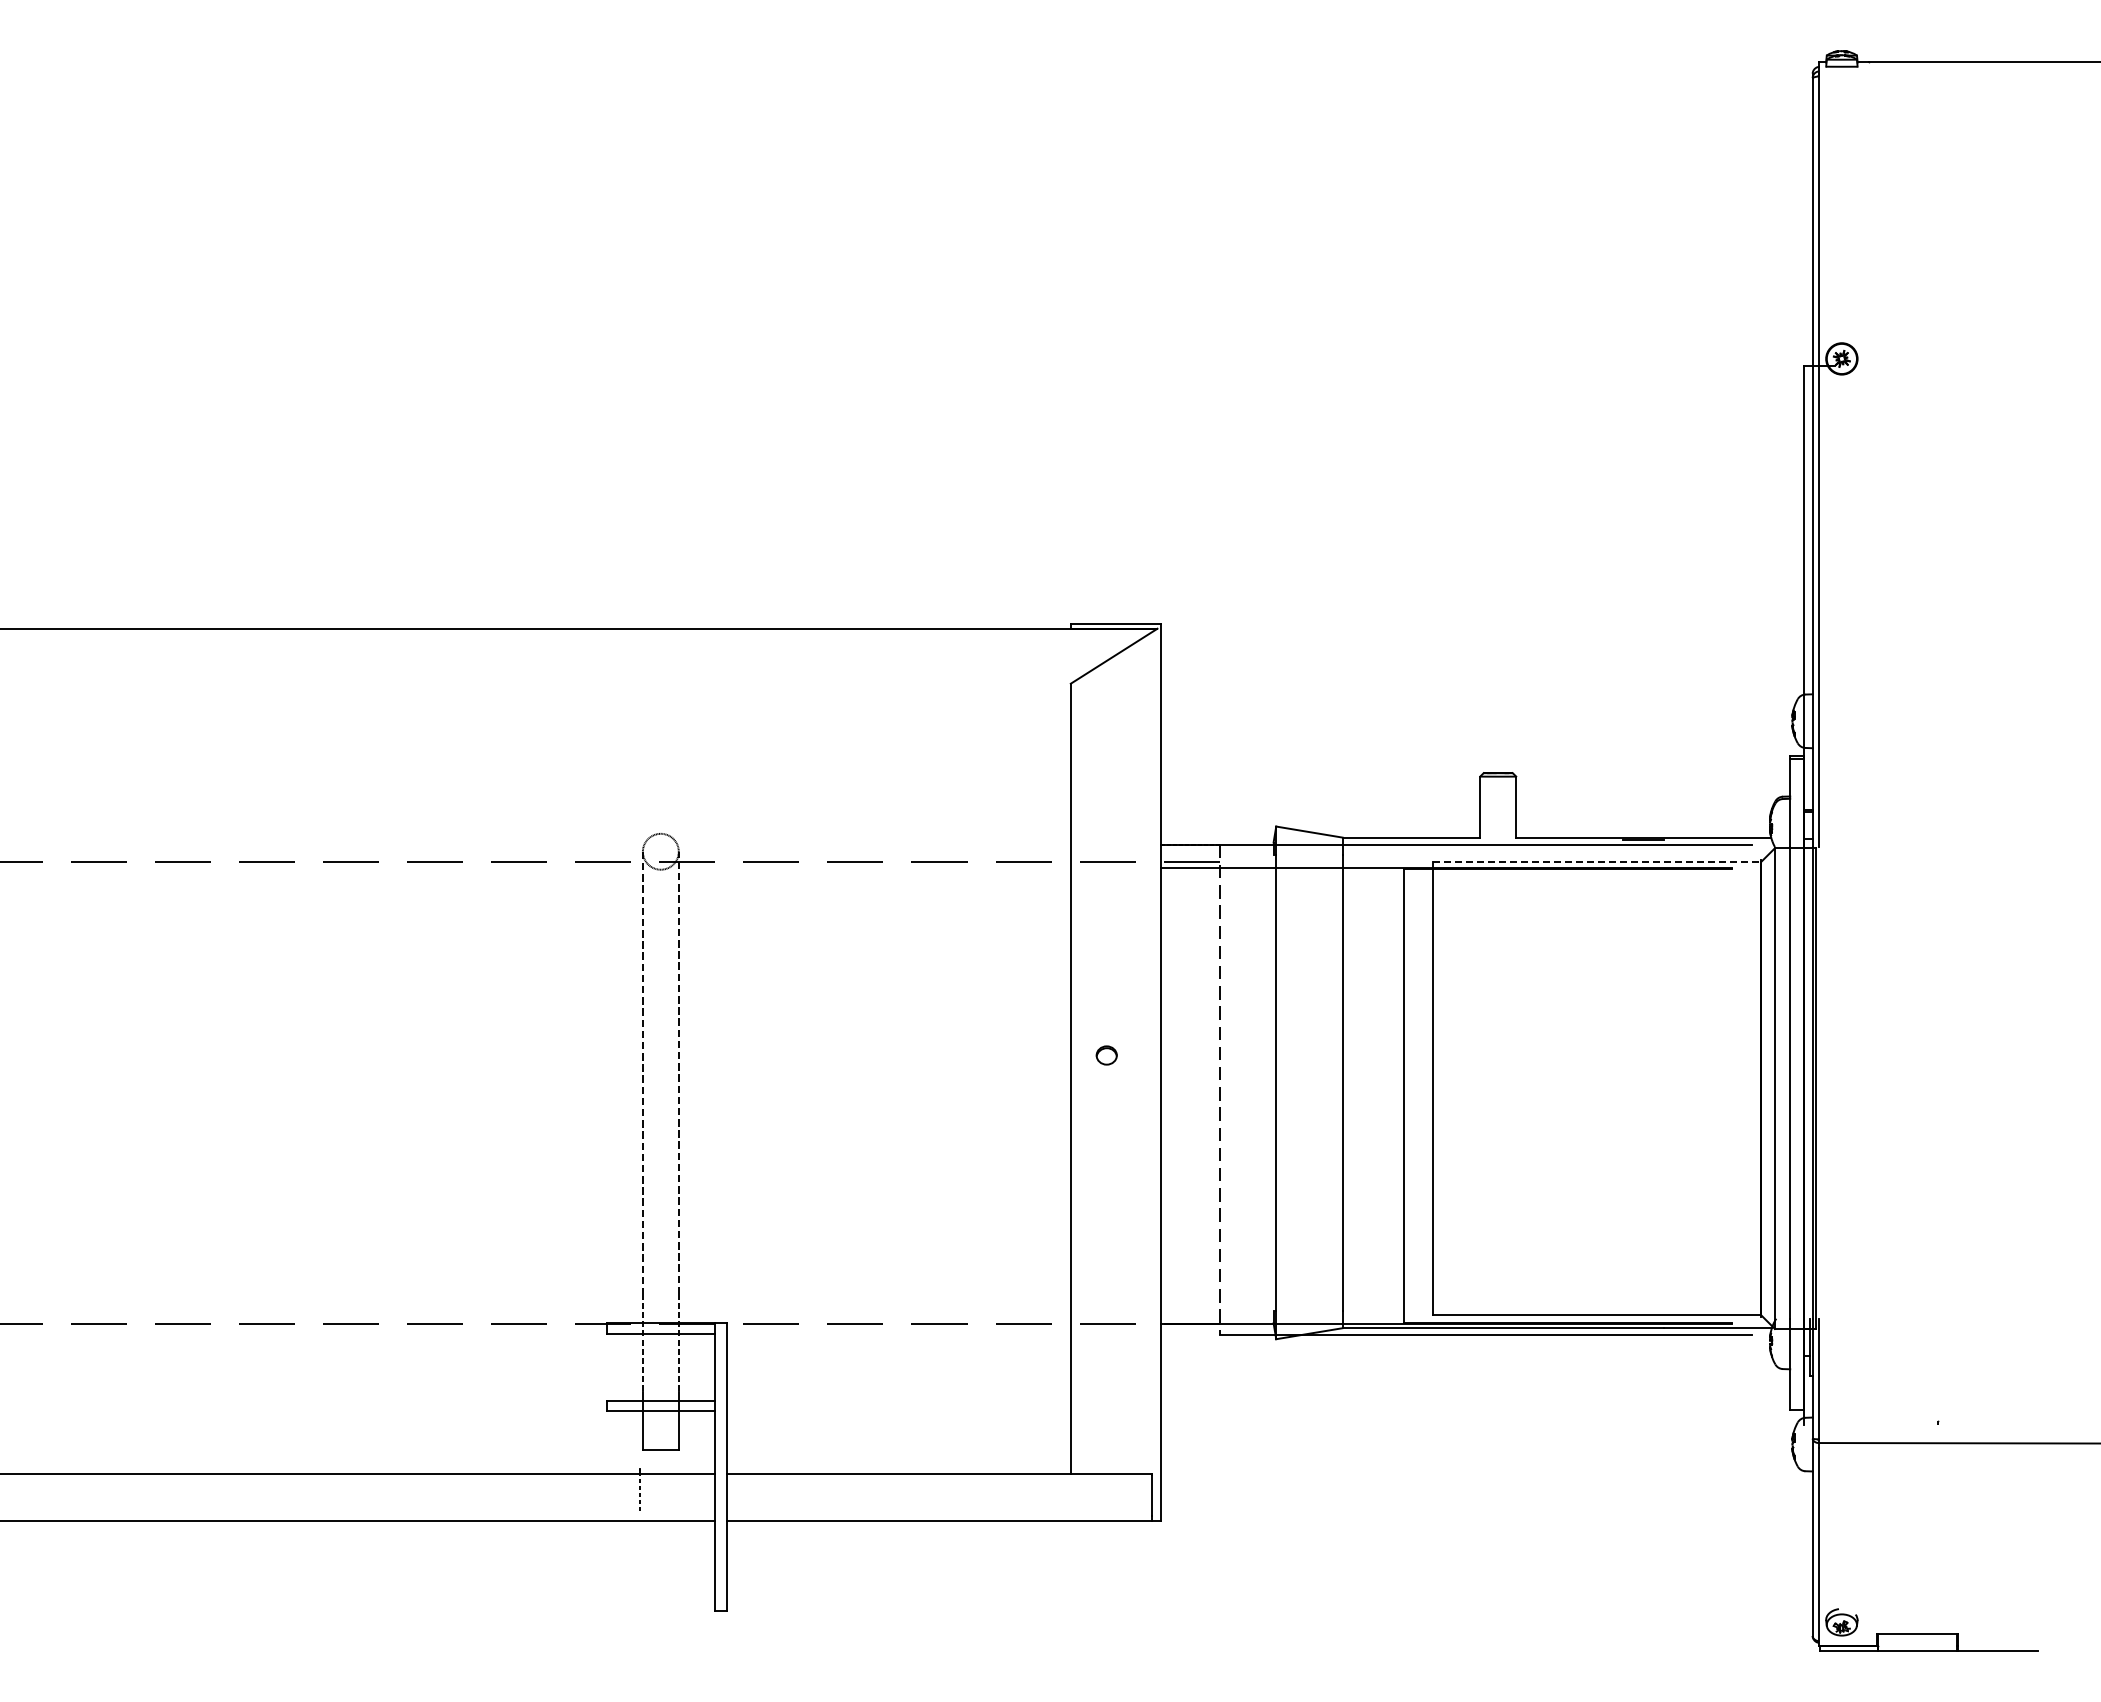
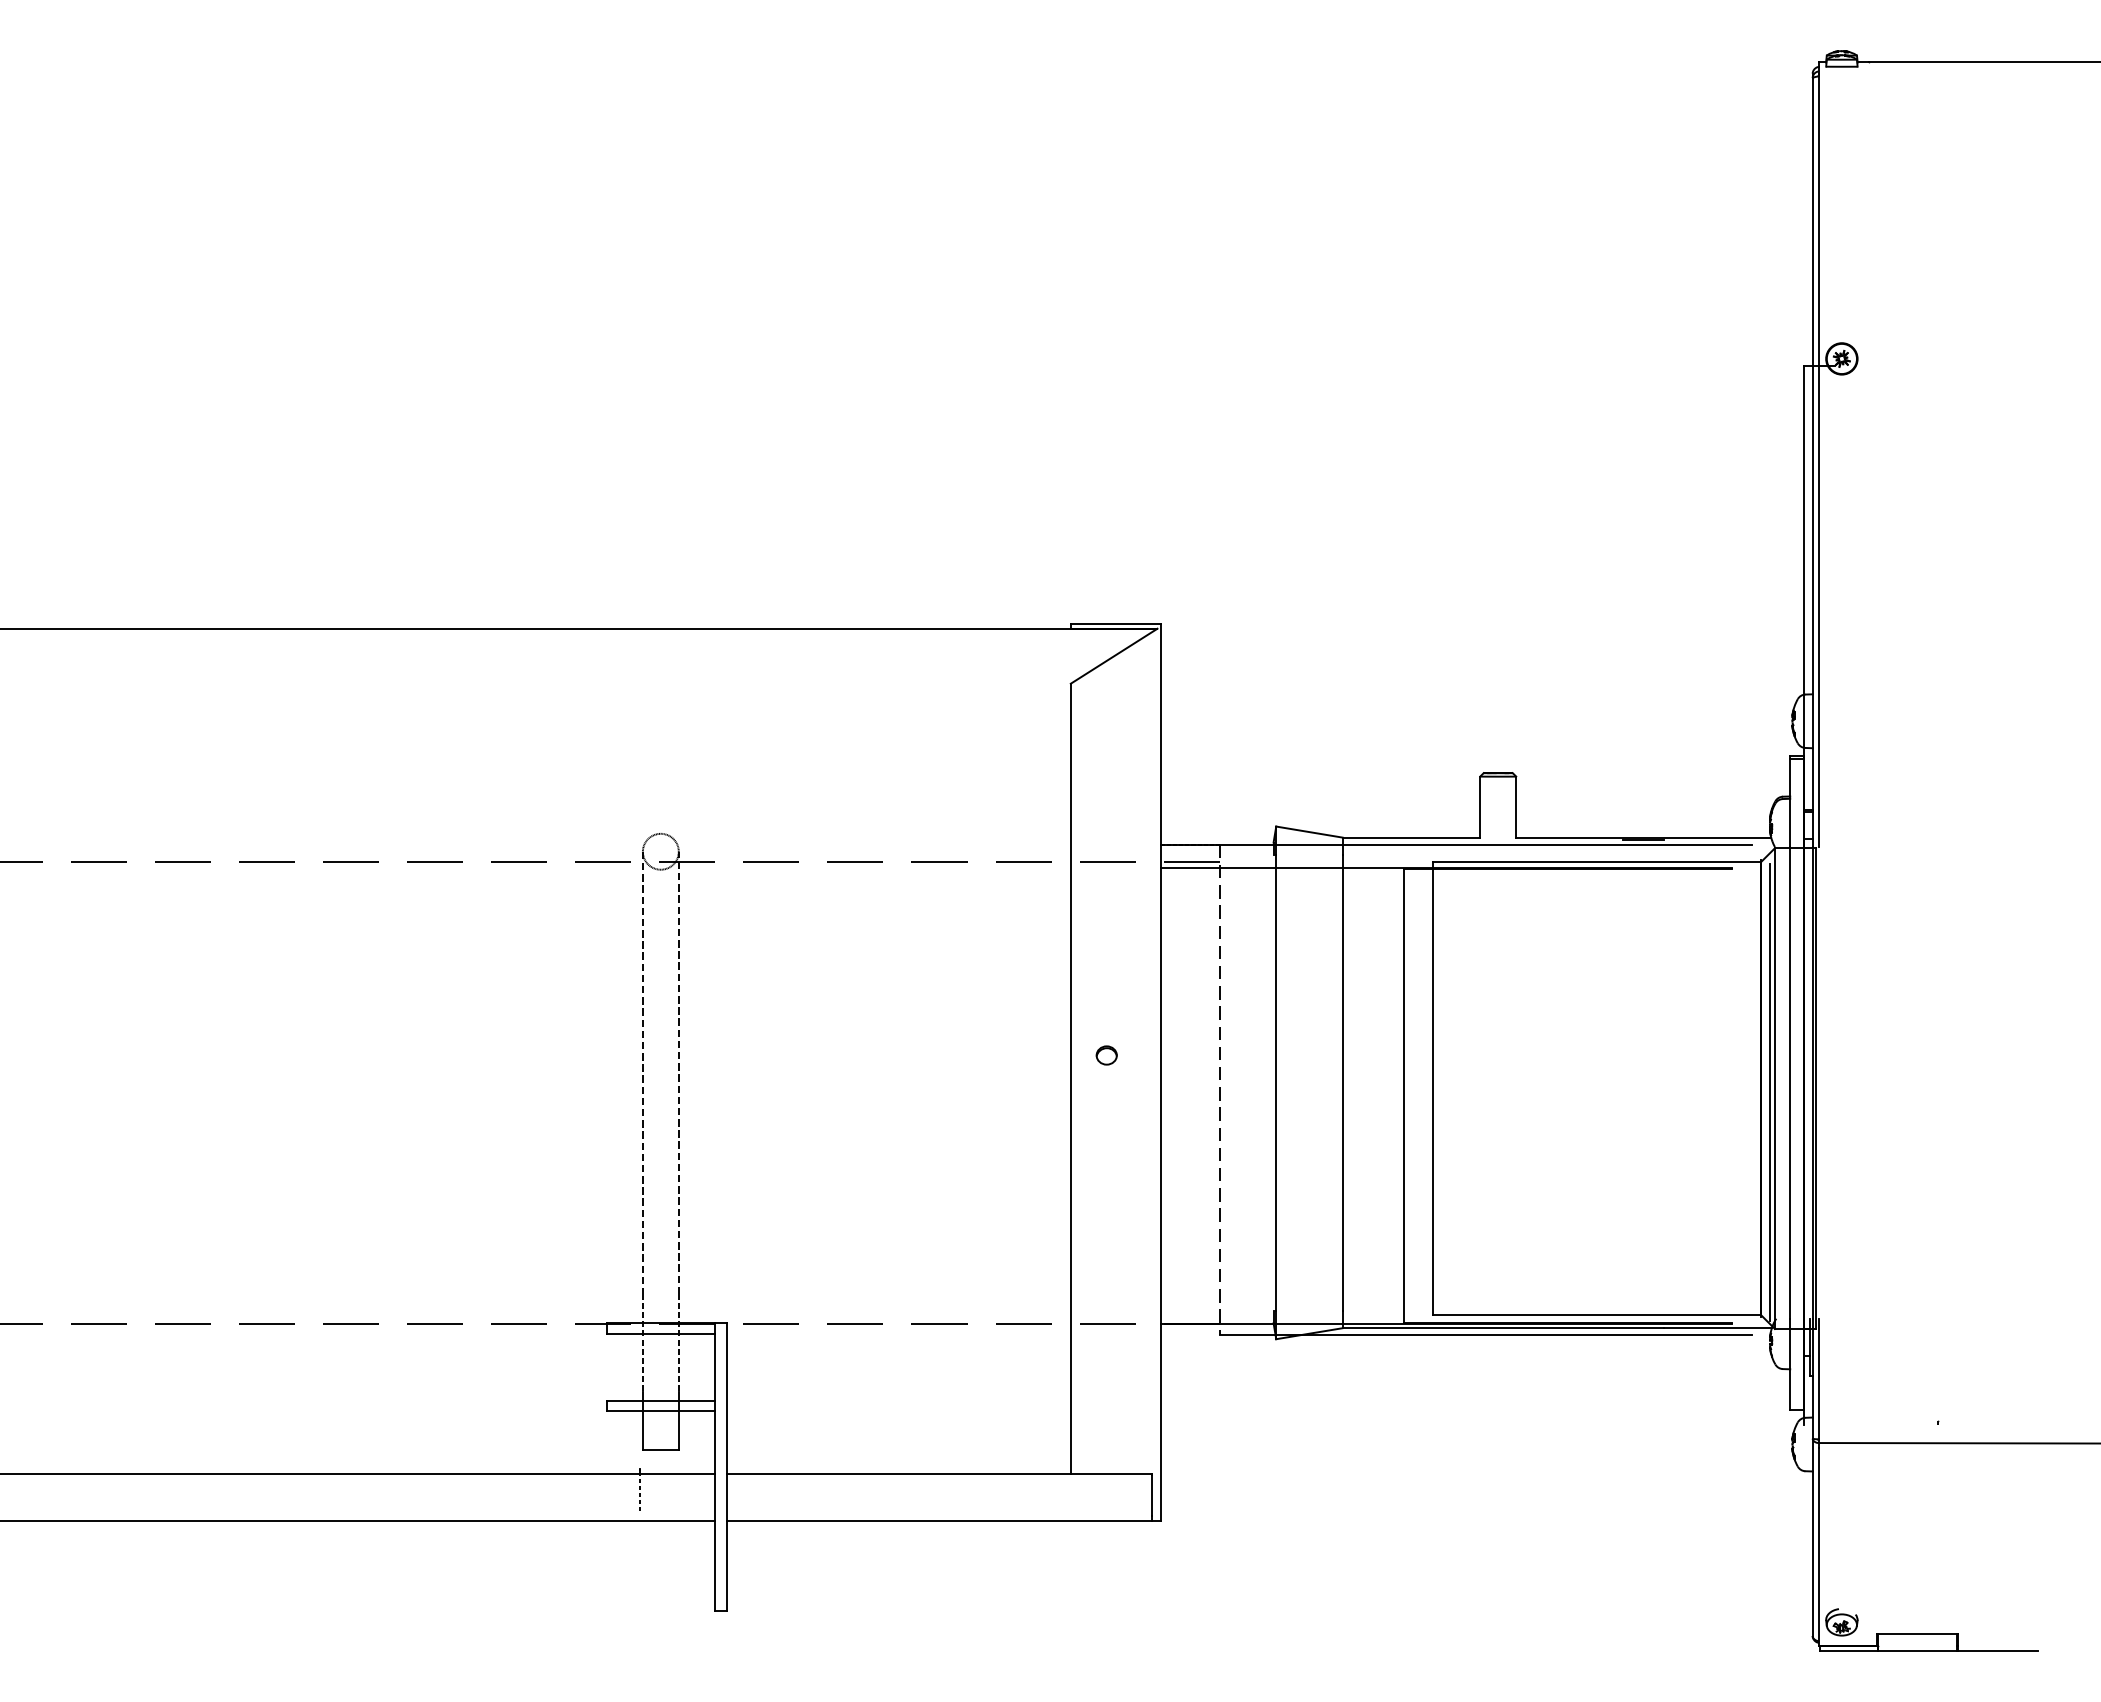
line at (1597, 861): dashed -> solid
line at (1770, 1092): none -> present
